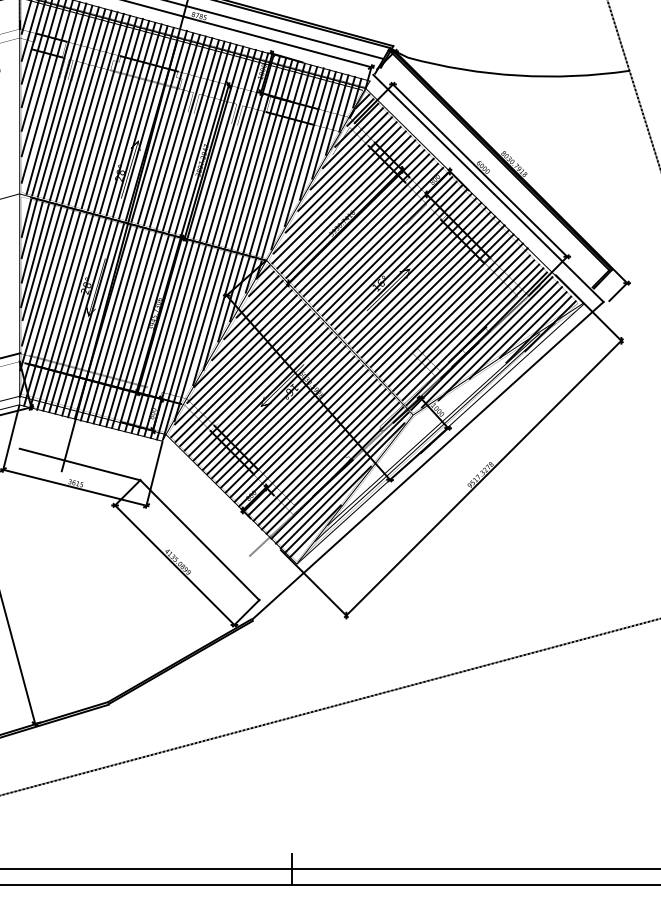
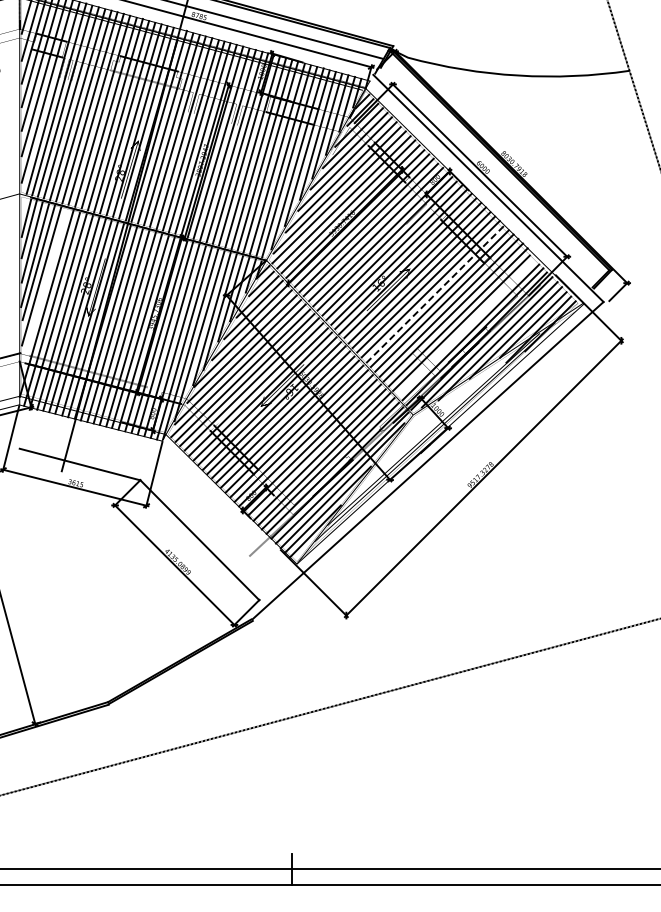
line at (43, 289): present -> none
line at (435, 294): solid -> dashed
line at (465, 327): present -> none
